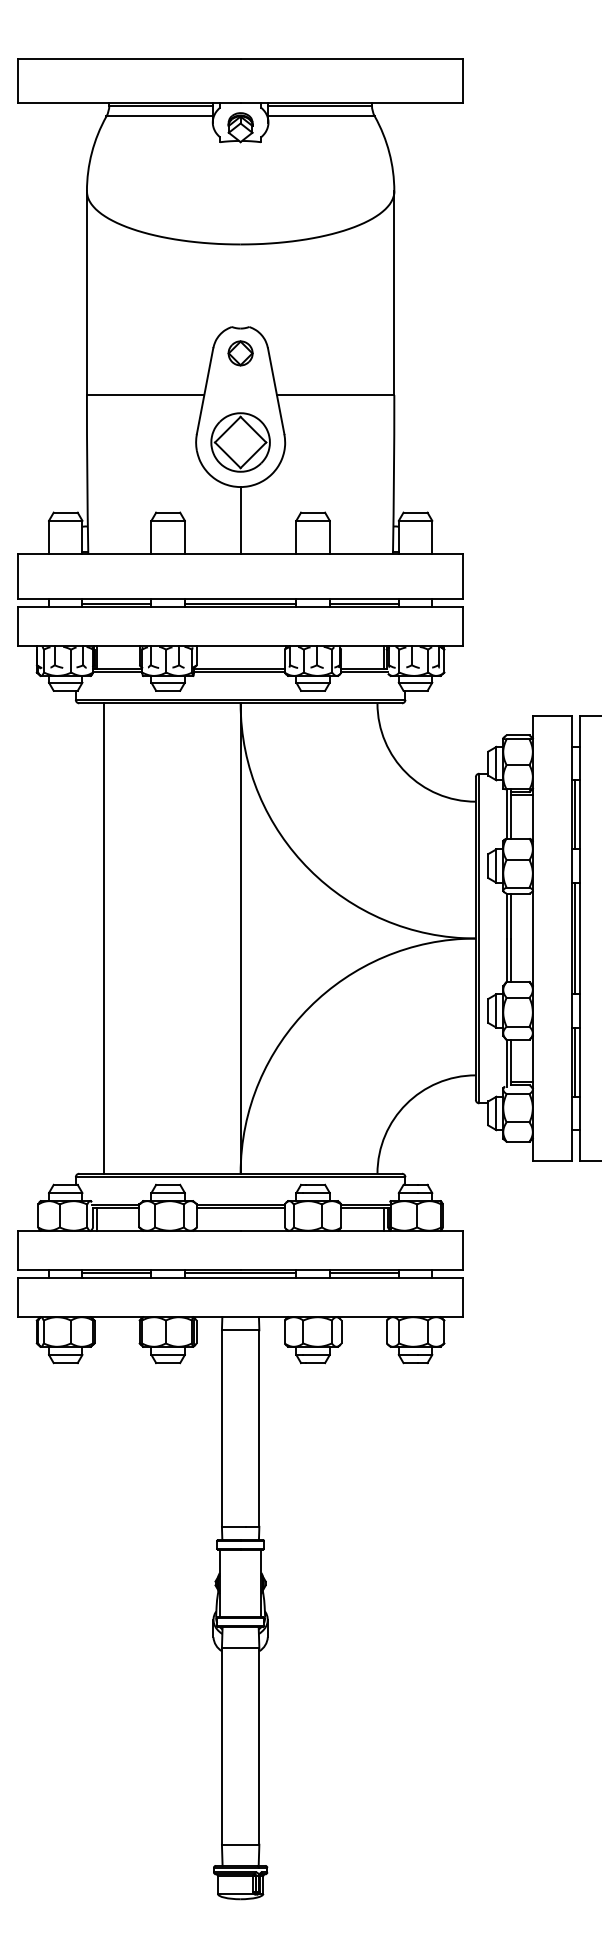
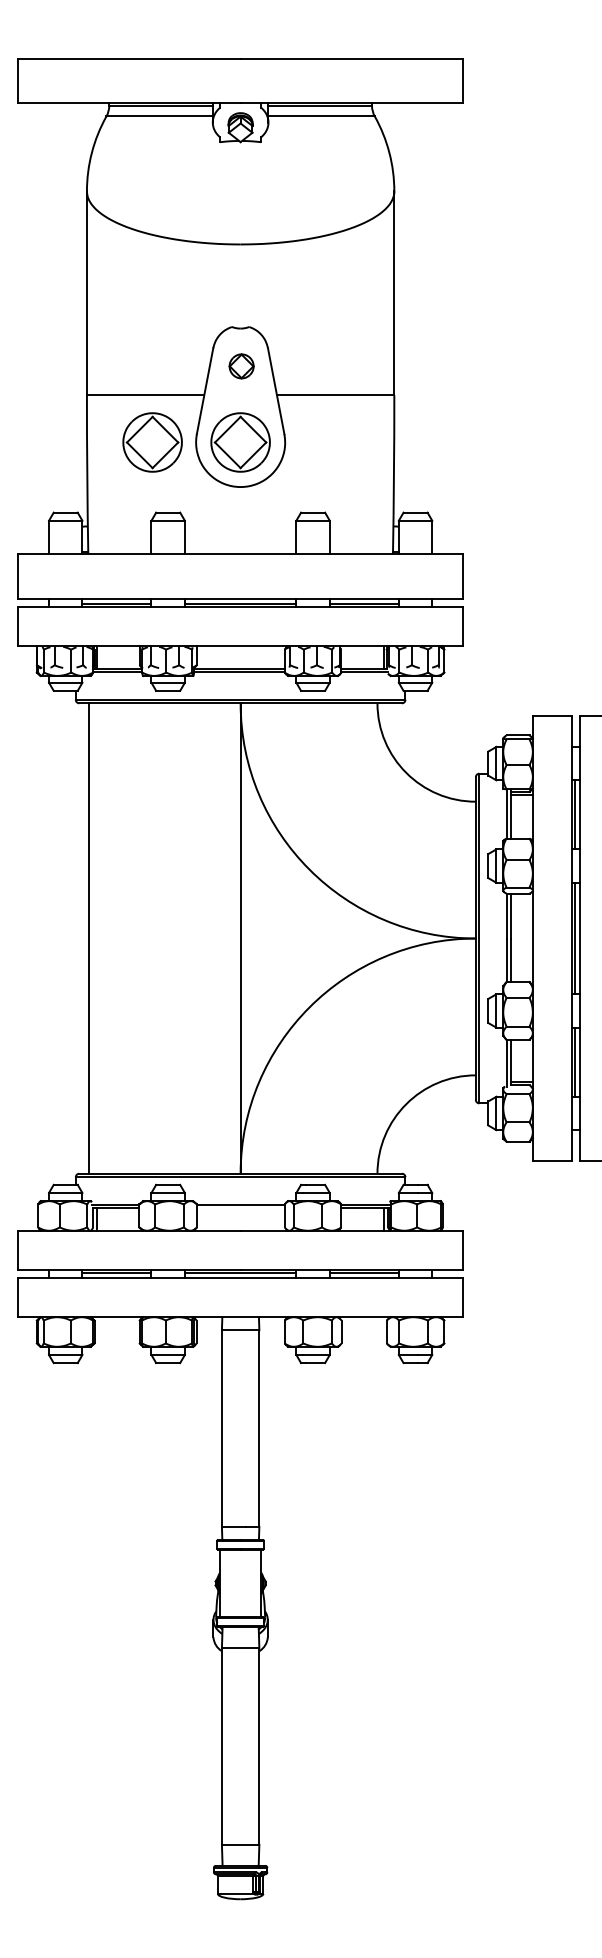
part at (240, 353) position: (240, 353) -> (241, 366)
part at (152, 442): none -> present
line at (240, 520): present -> none
line at (103, 938) position: (103, 938) -> (88, 938)
line at (240, 1208): present -> none
